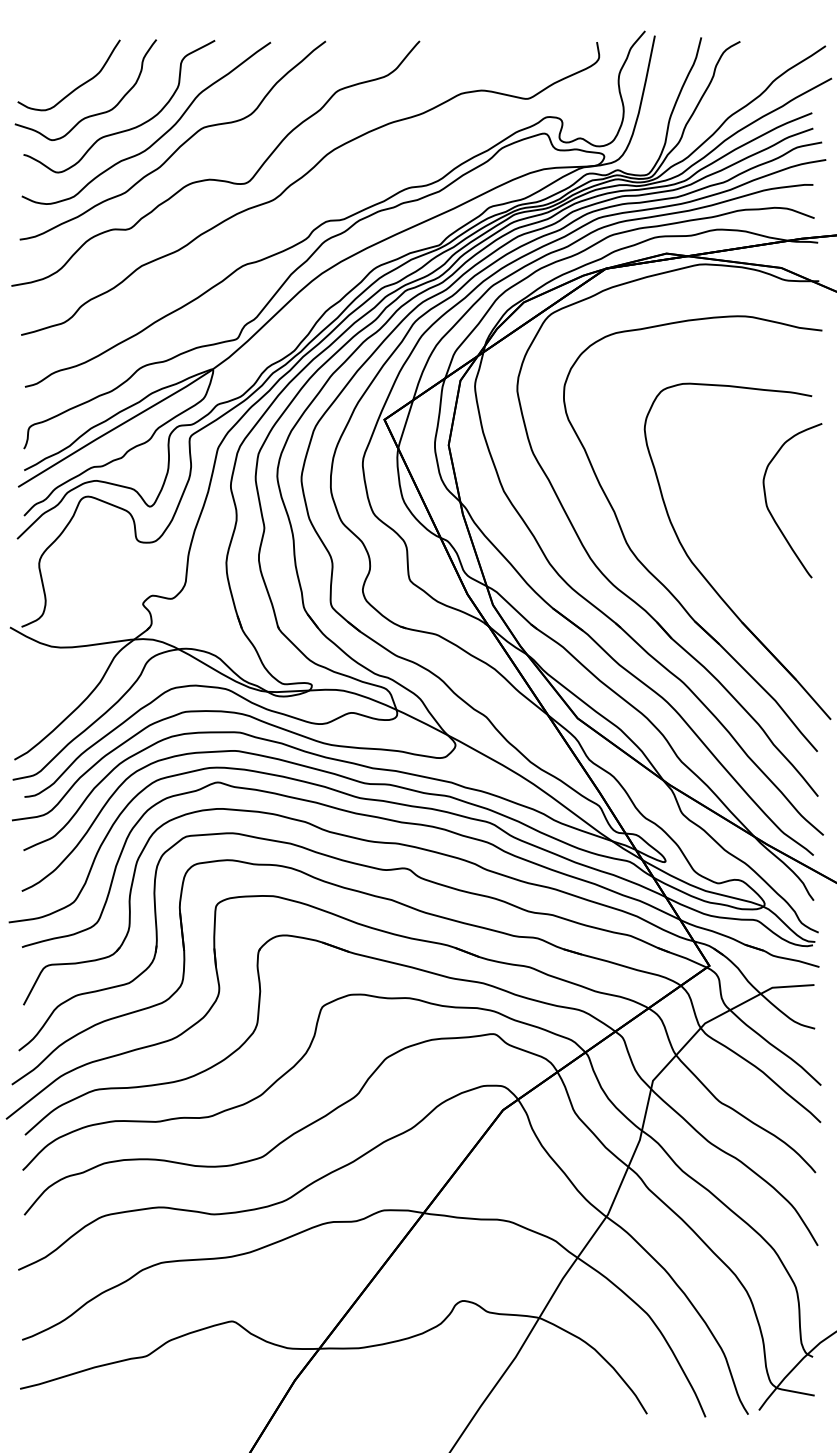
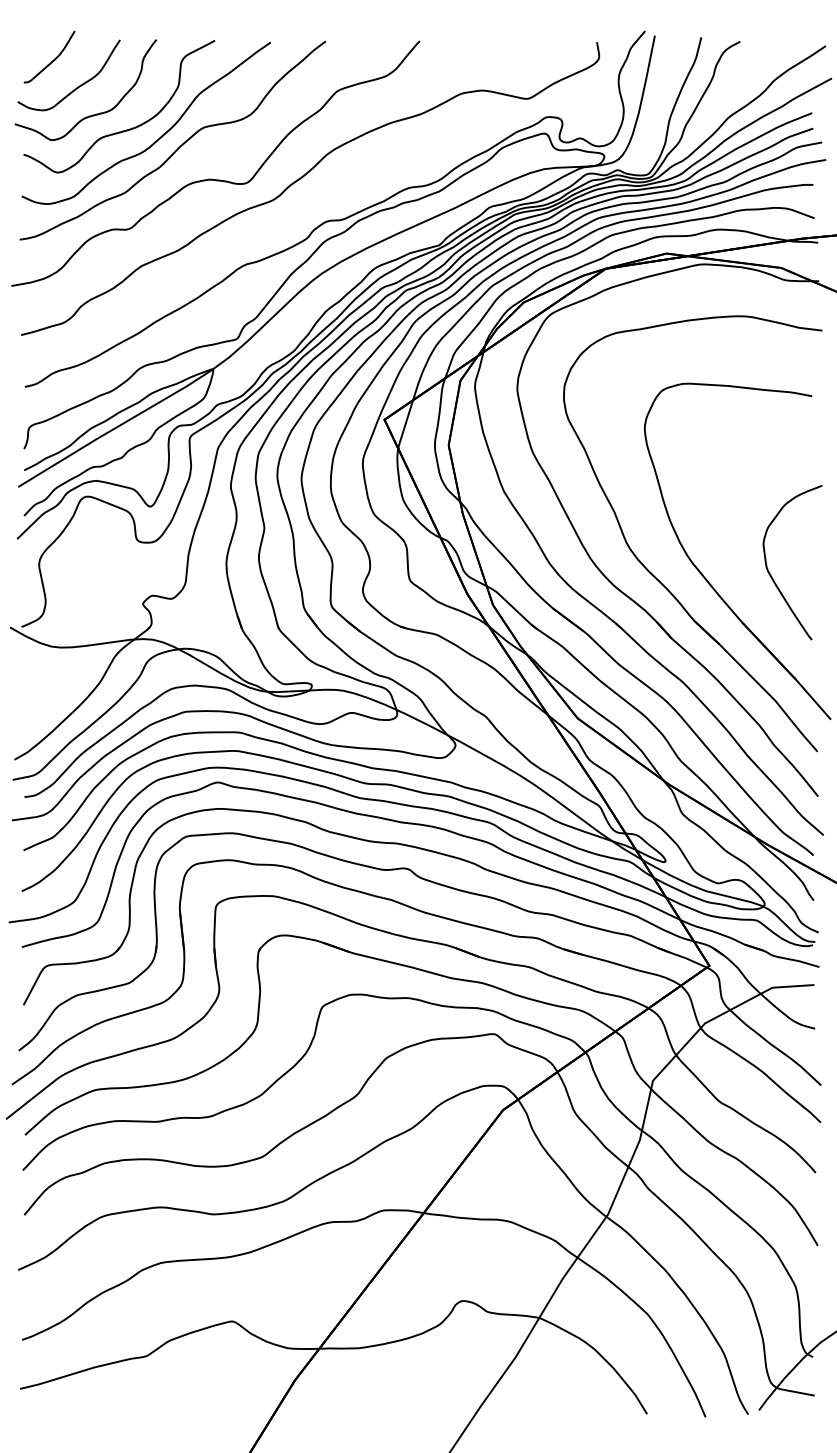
curve at (53, 59): none -> present
curve at (772, 514) position: (772, 514) -> (772, 576)
